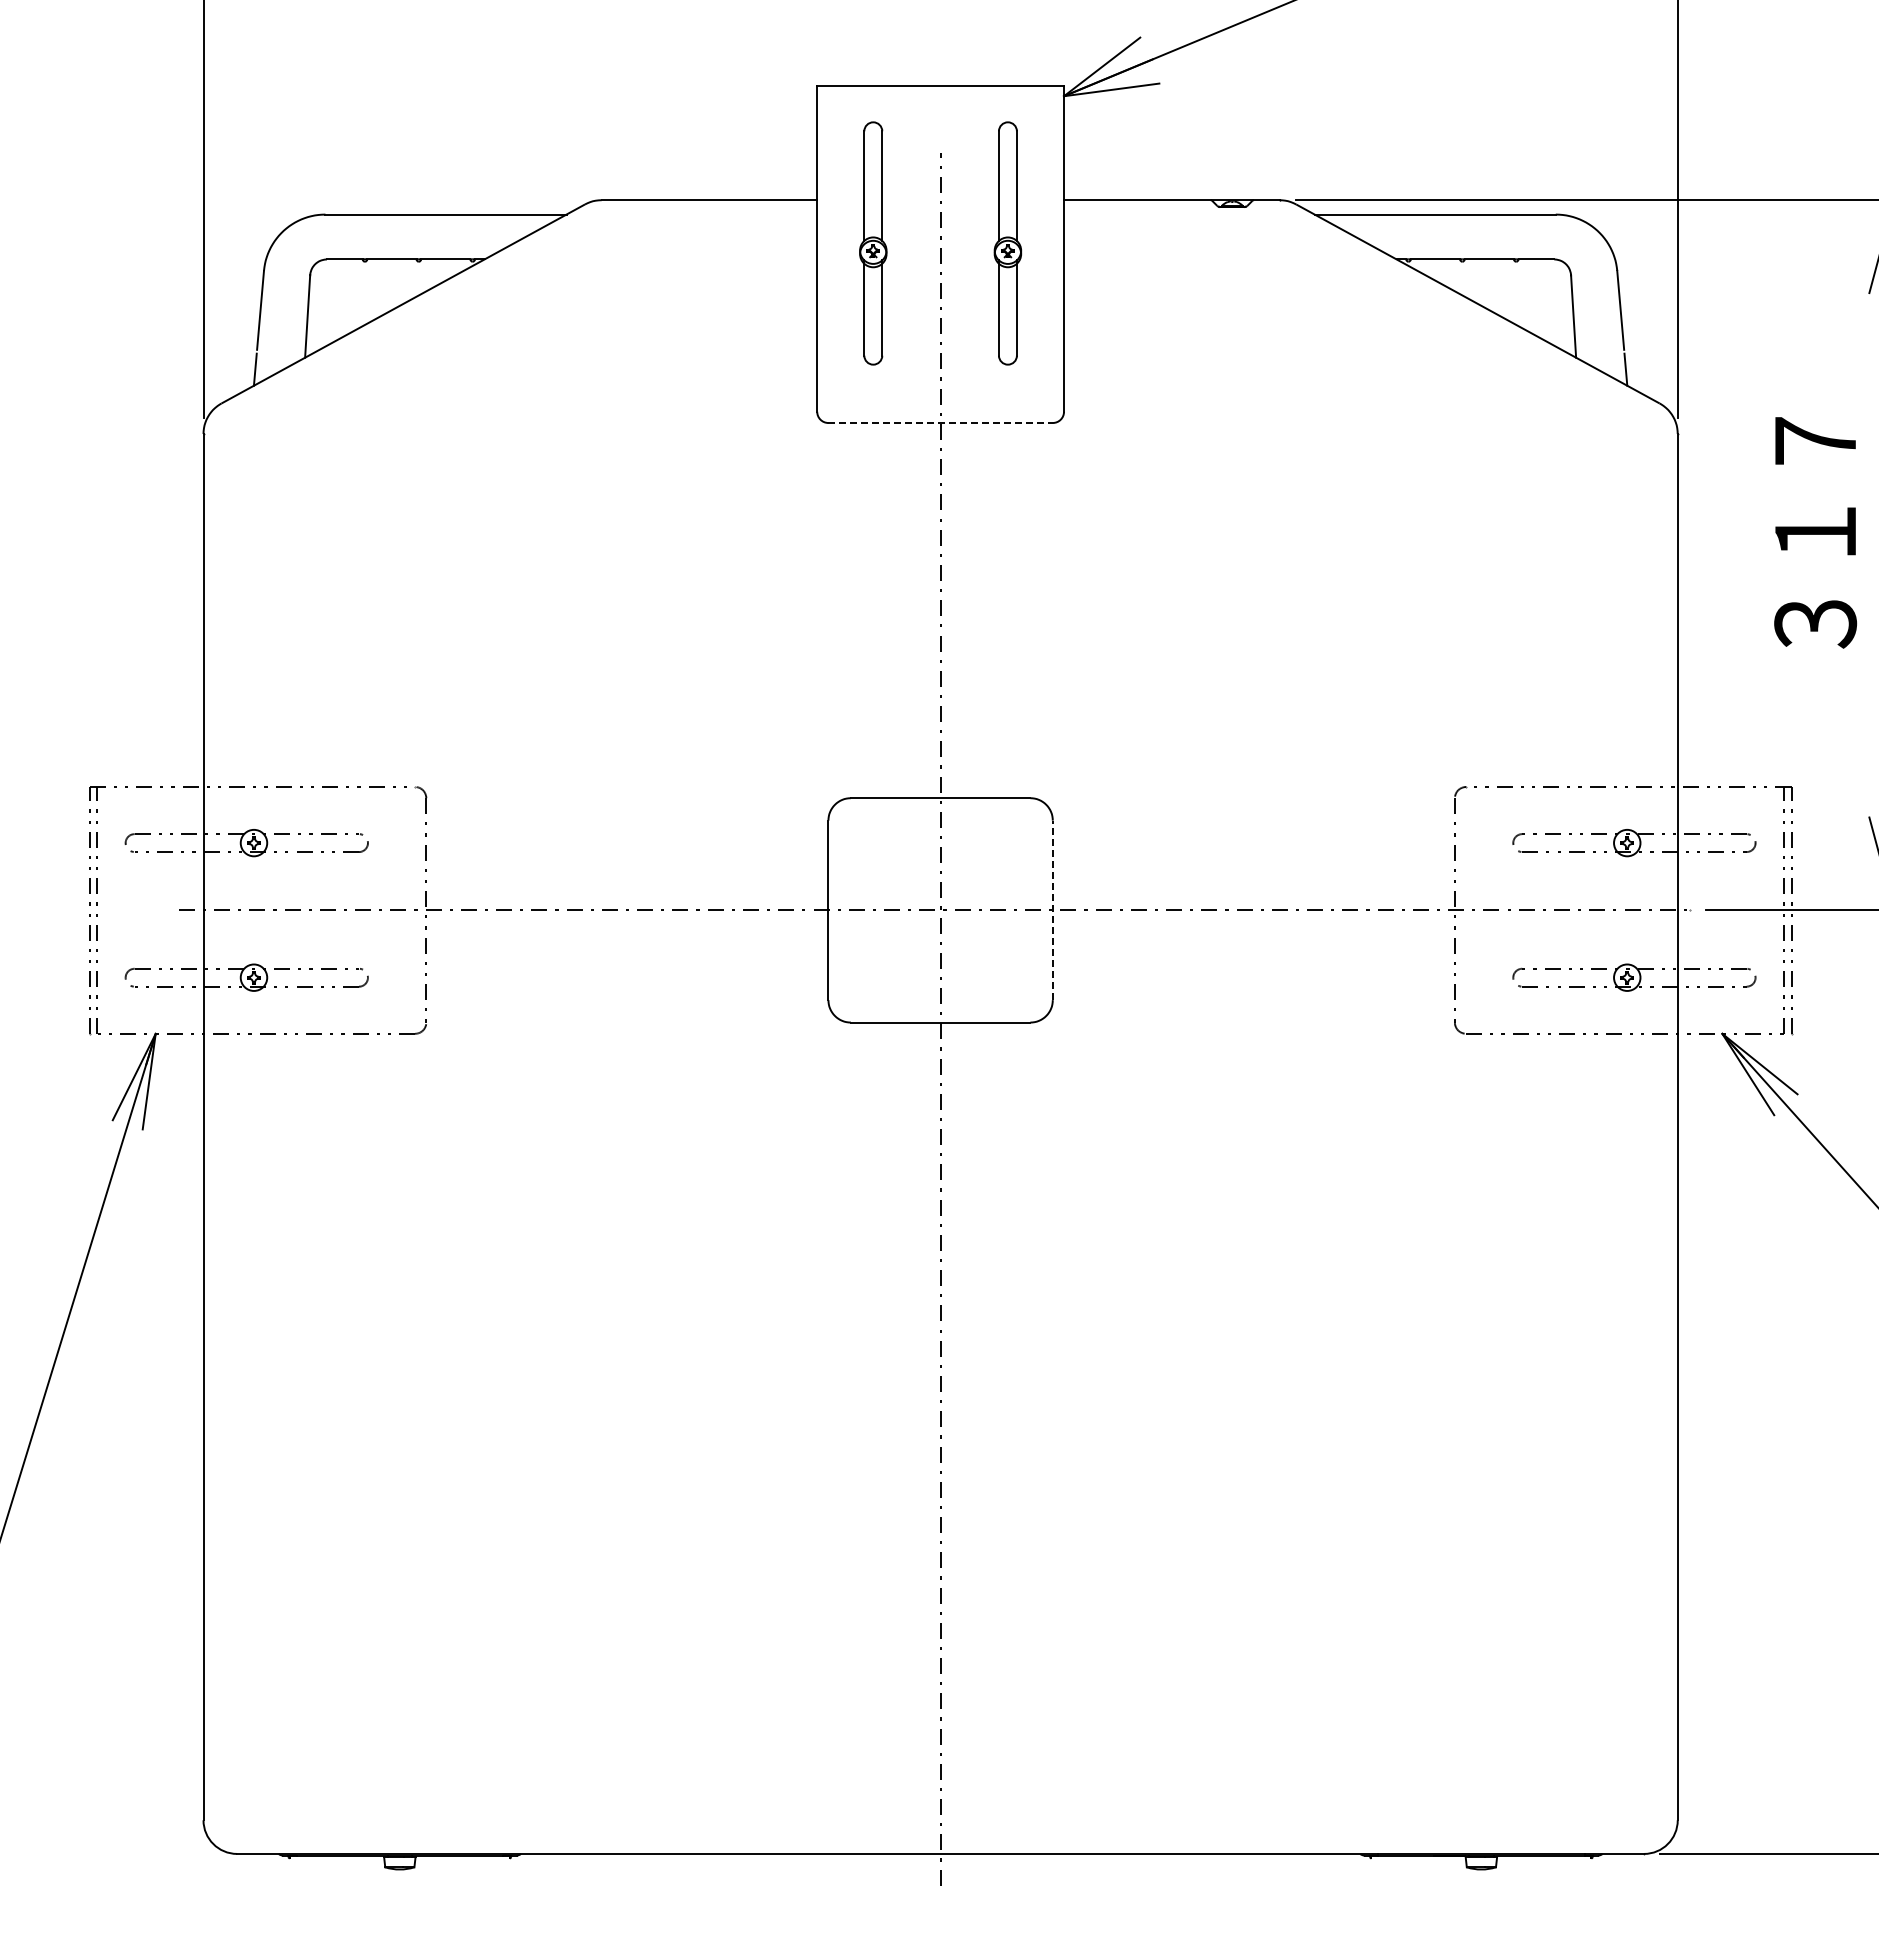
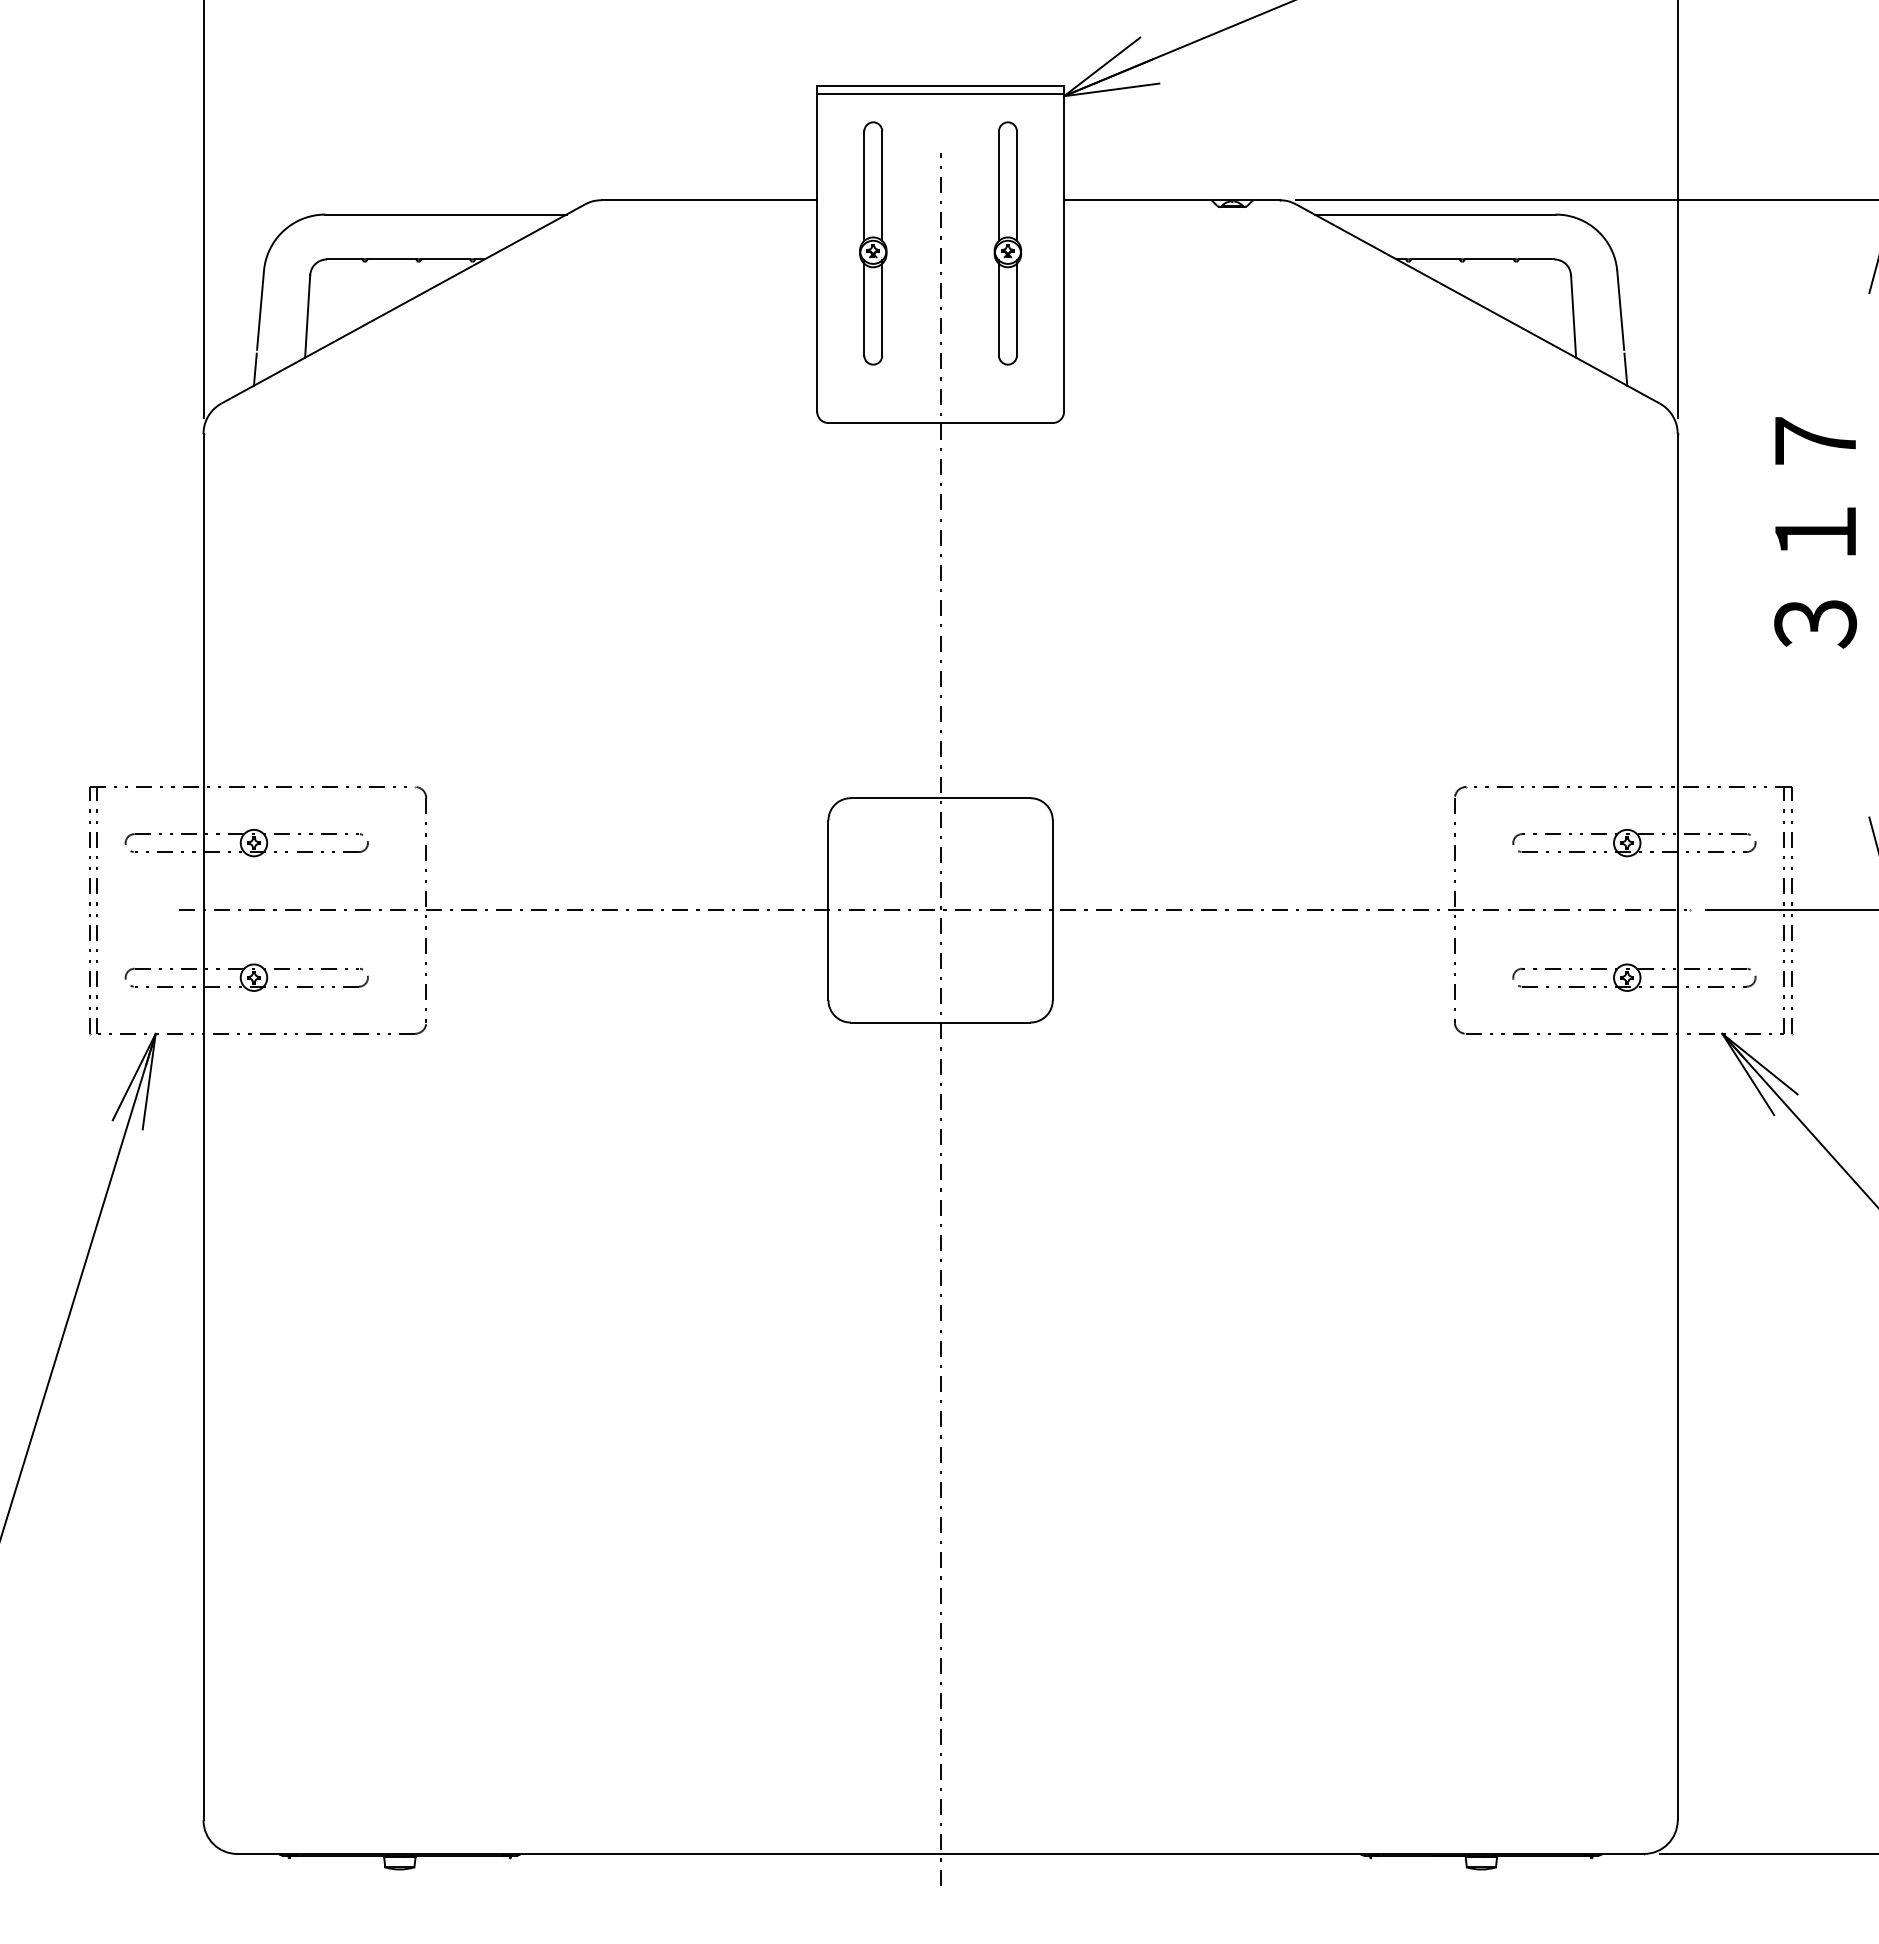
line at (940, 93): none -> present
line at (941, 423): dashed -> solid
line at (1052, 910): dashed -> solid
